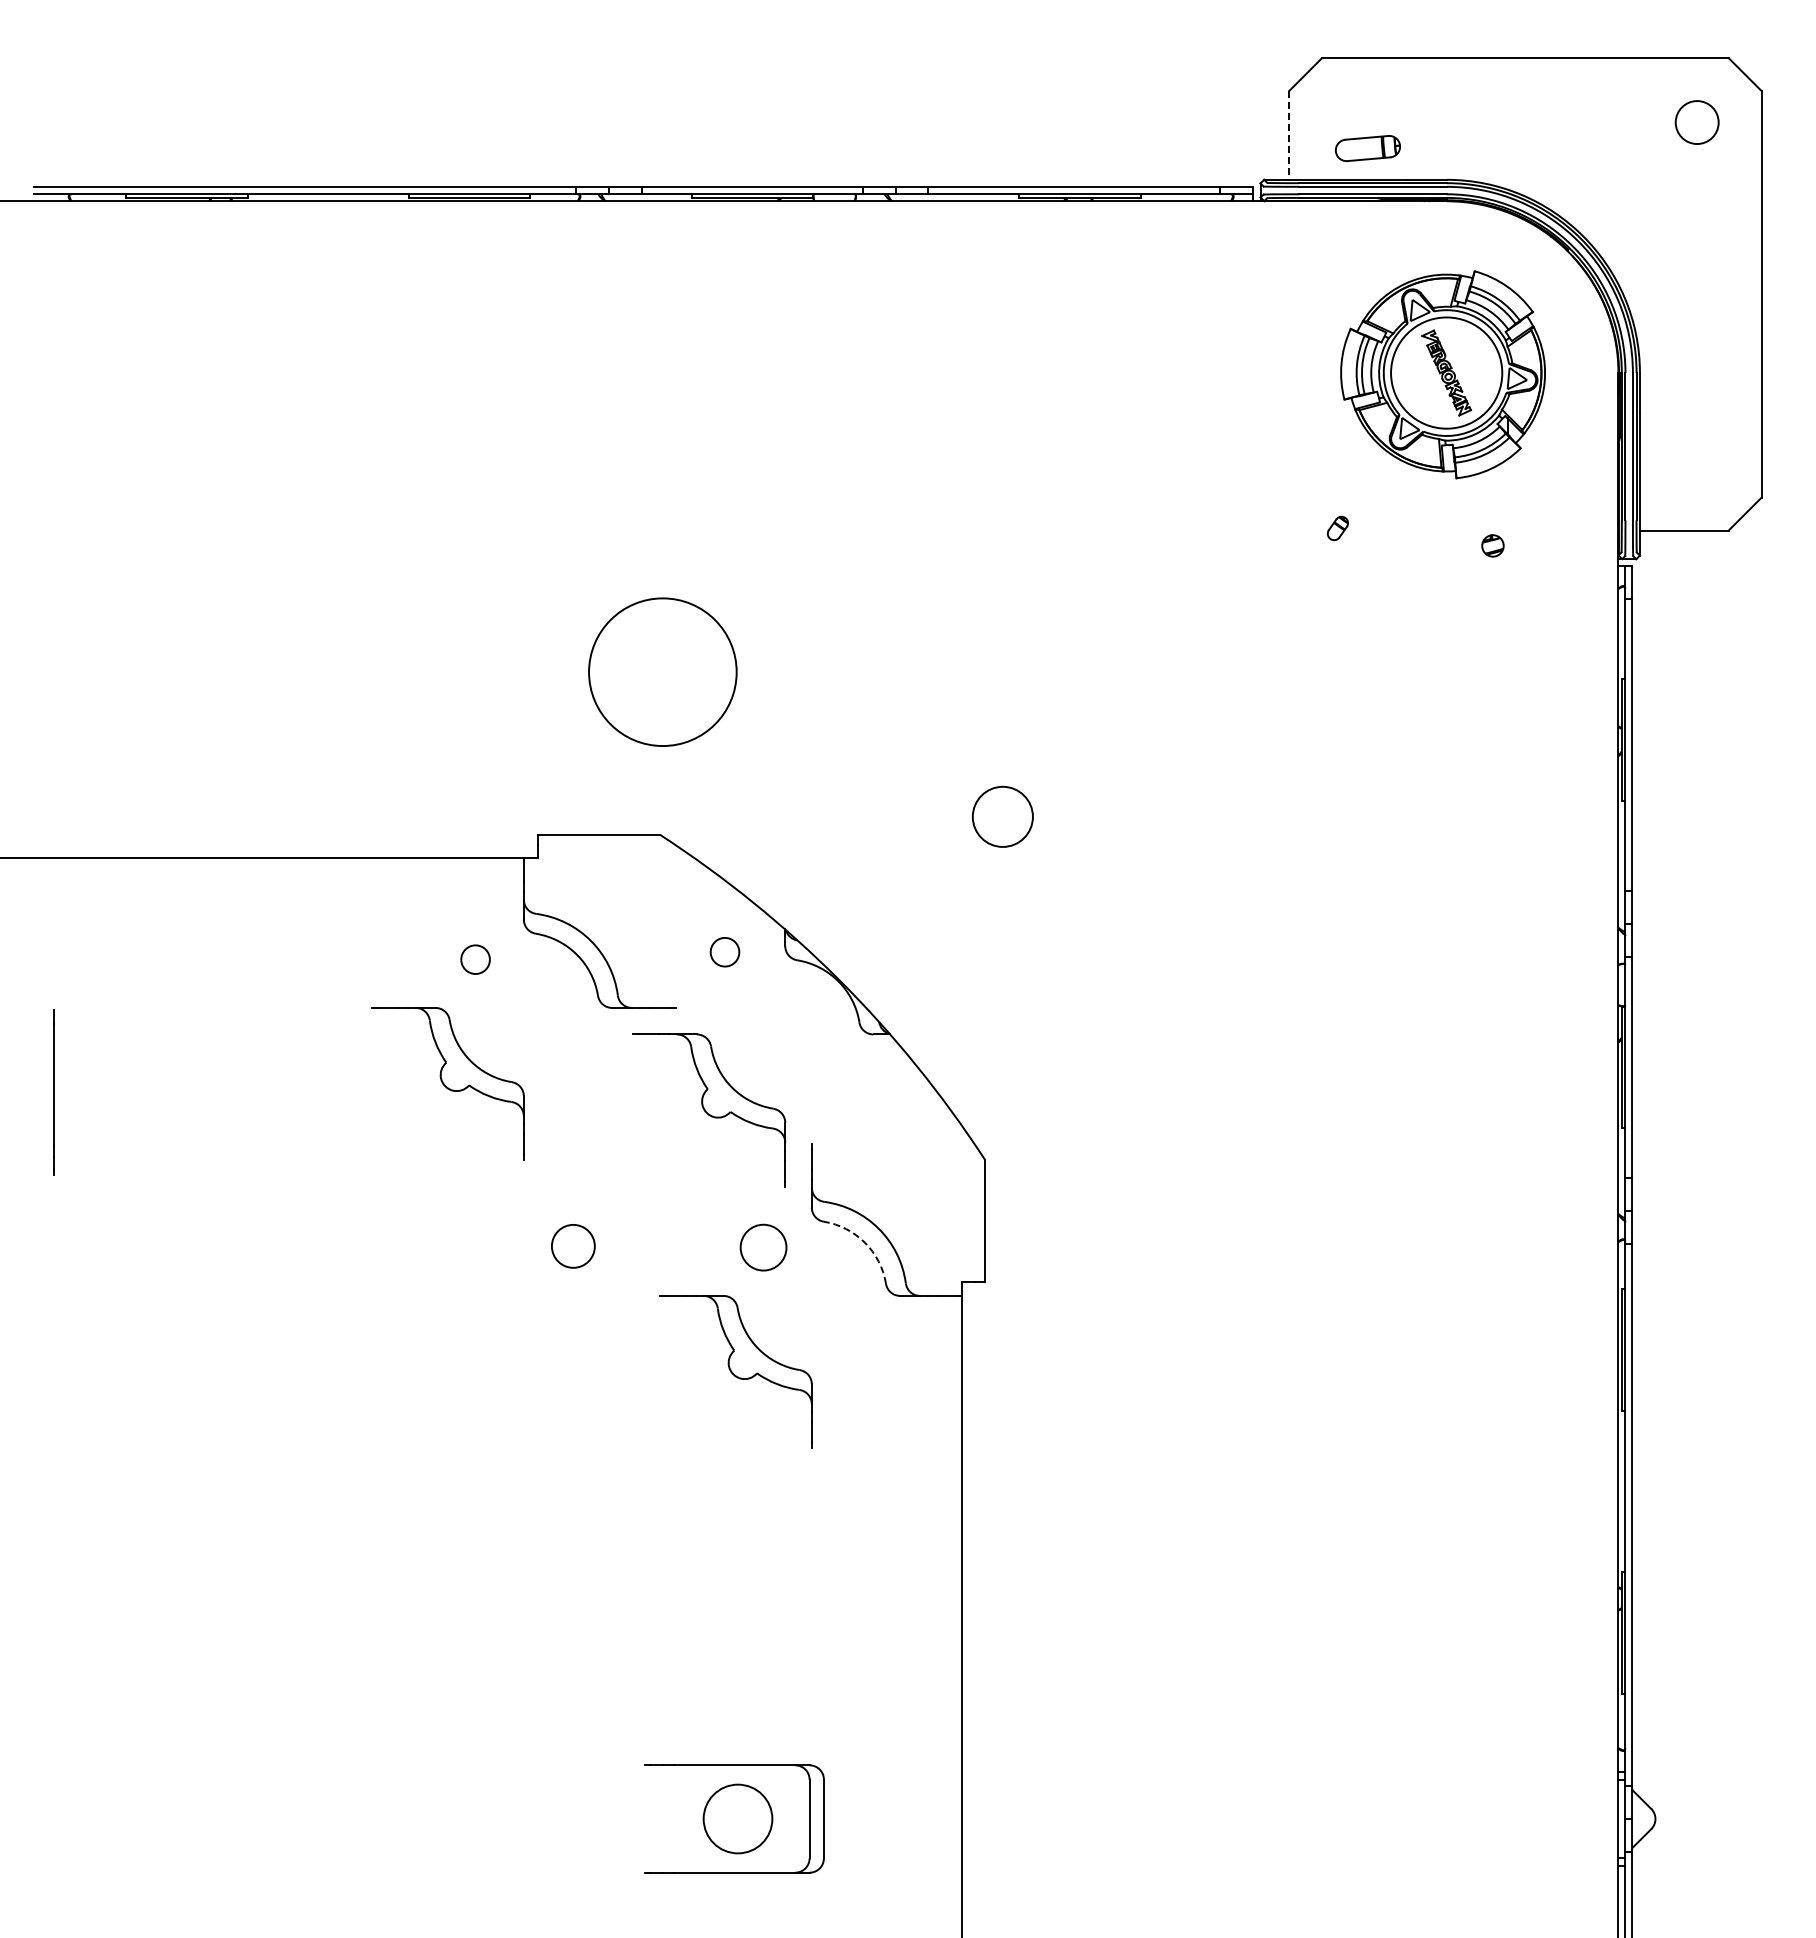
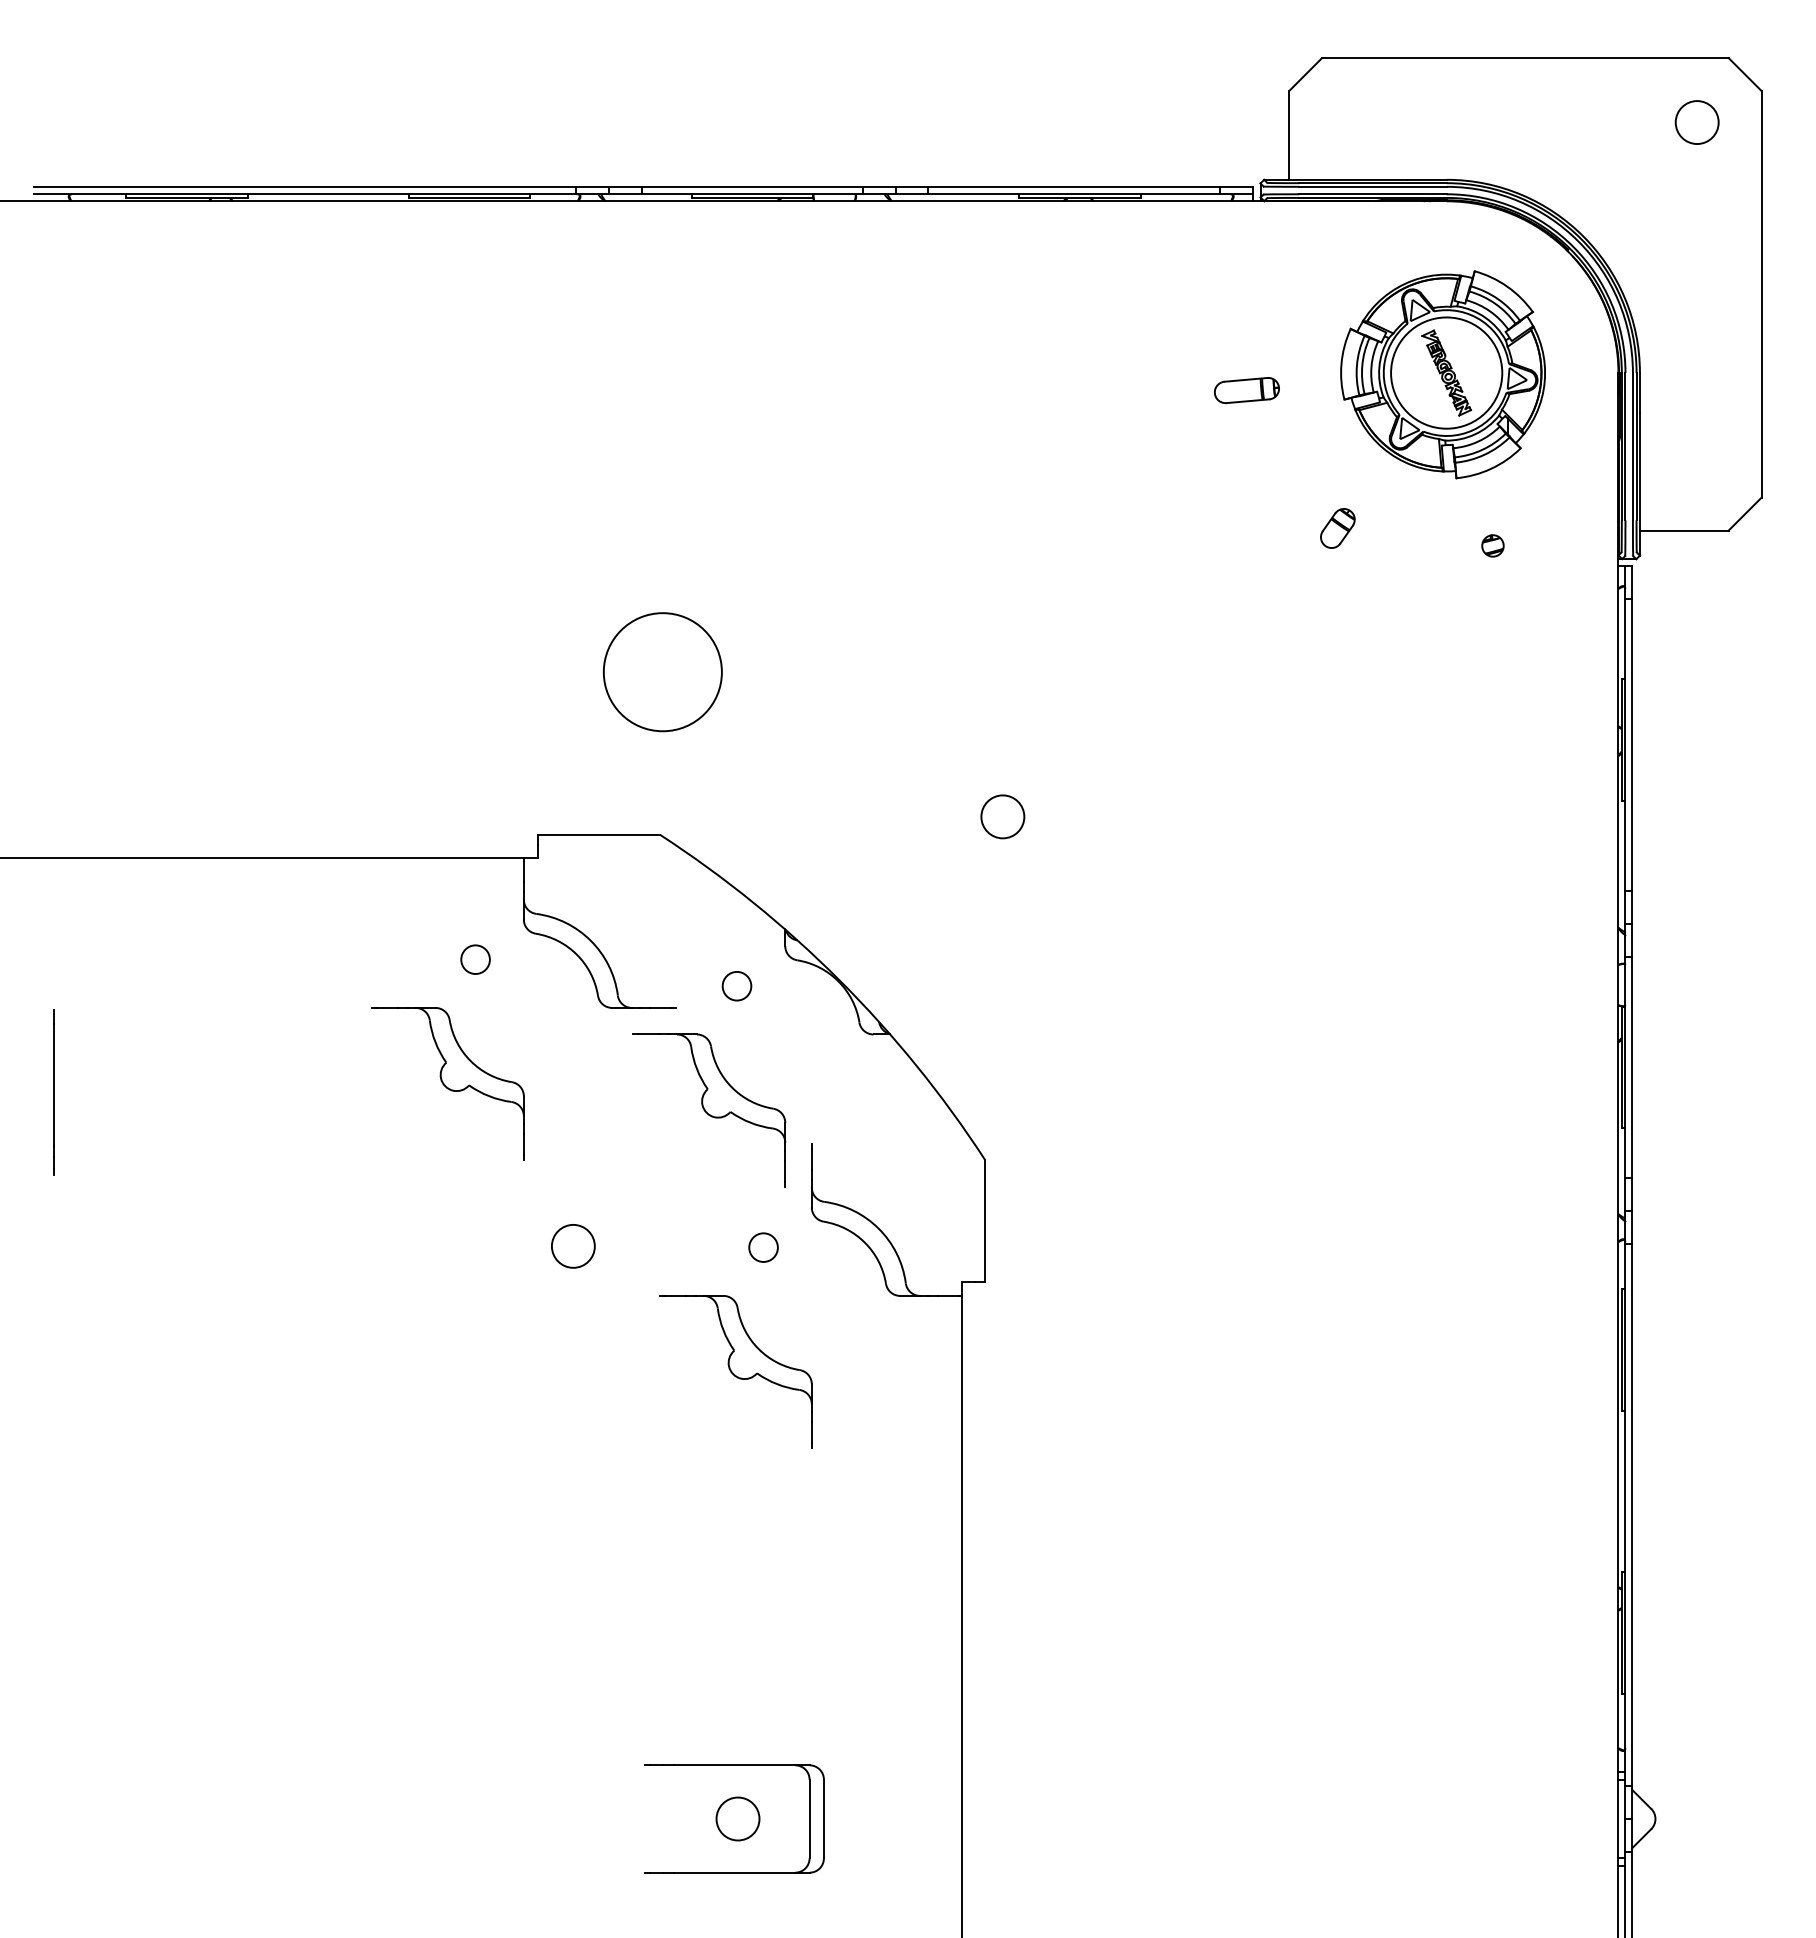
line at (1289, 135): dashed -> solid
part at (1367, 148) position: (1367, 148) -> (1246, 390)
part at (1337, 528) size: 23x27 px -> 36x41 px
circle at (662, 672) diameter: 148 px -> 118 px
circle at (1002, 816) diameter: 60 px -> 43 px
circle at (724, 952) position: (724, 952) -> (736, 986)
arc at (864, 1242): dashed -> solid
circle at (763, 1247) diameter: 46 px -> 29 px
circle at (737, 1818) diameter: 69 px -> 43 px
